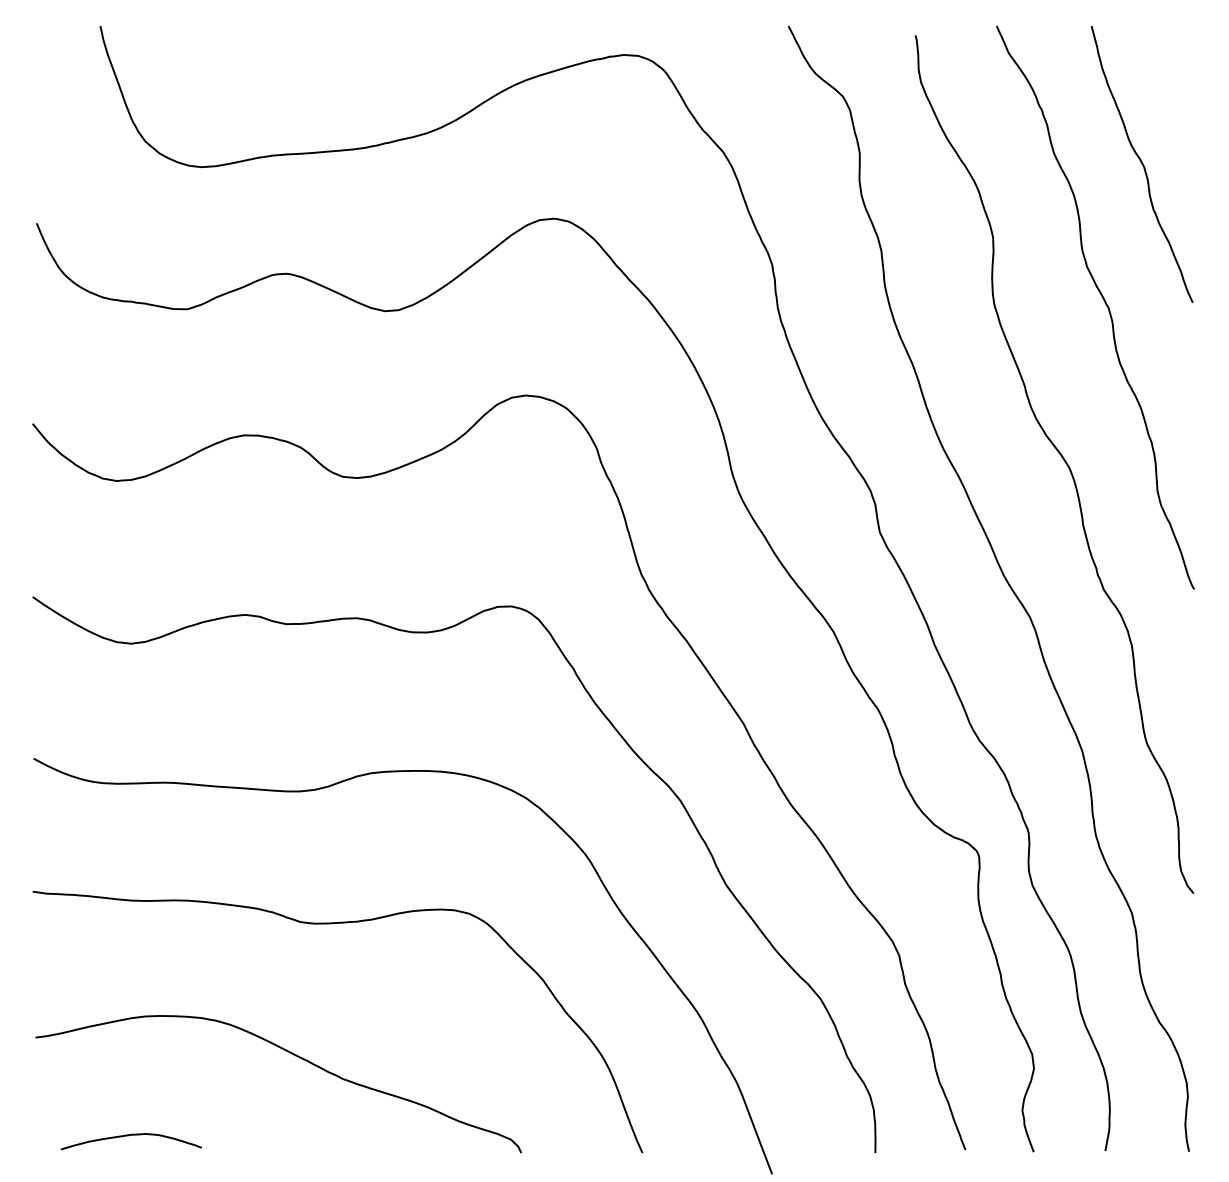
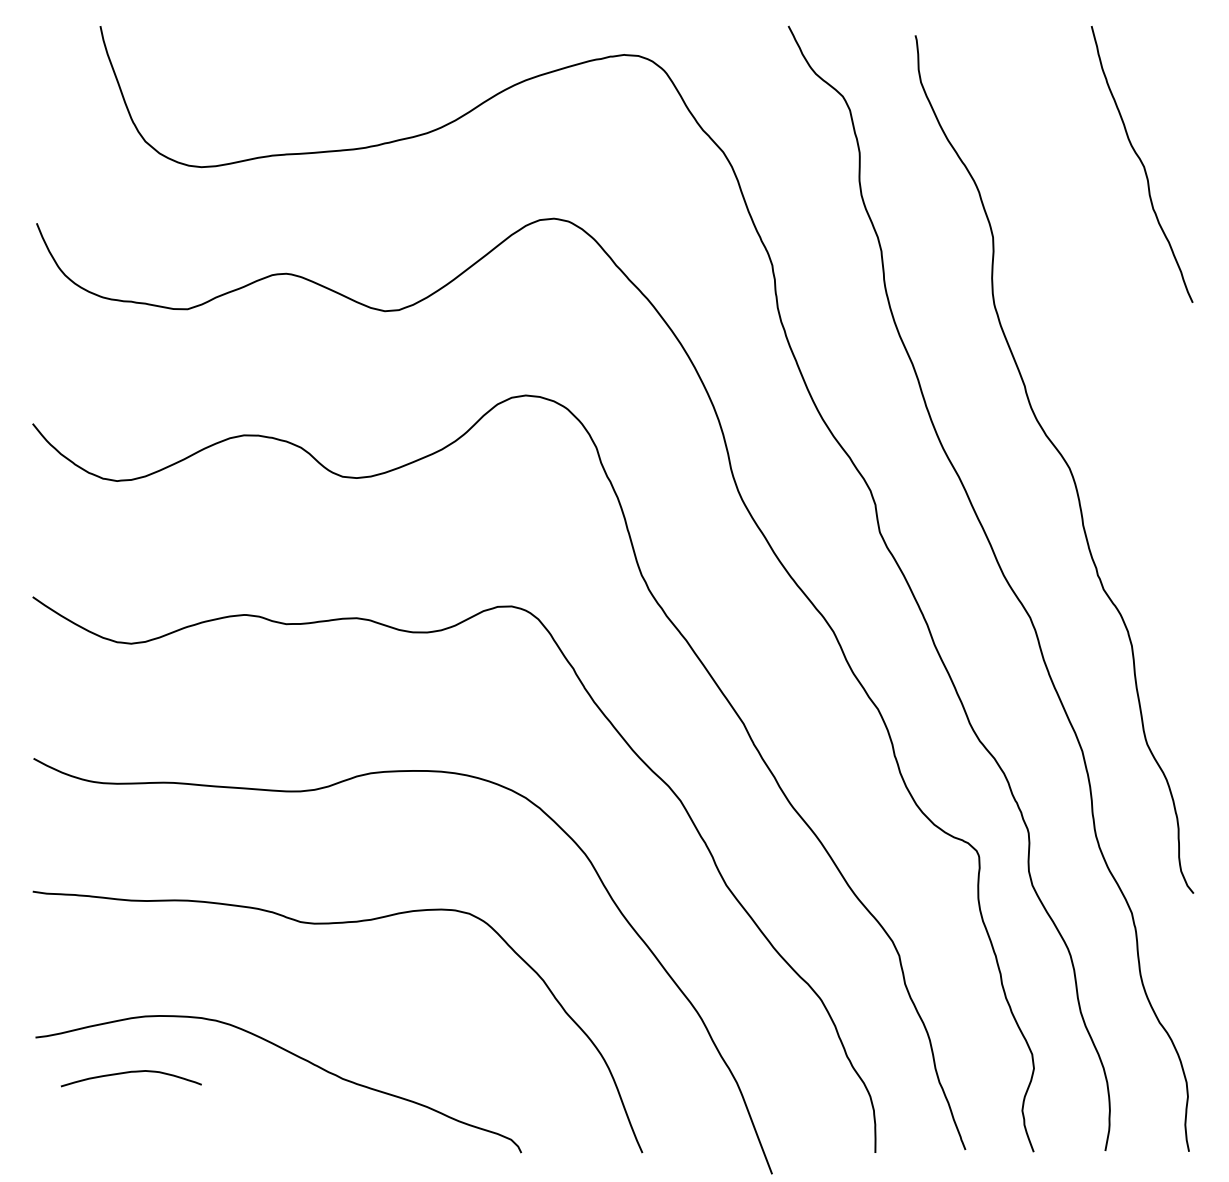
curve at (1104, 302): present -> none
curve at (128, 1136) position: (128, 1136) -> (128, 1073)
